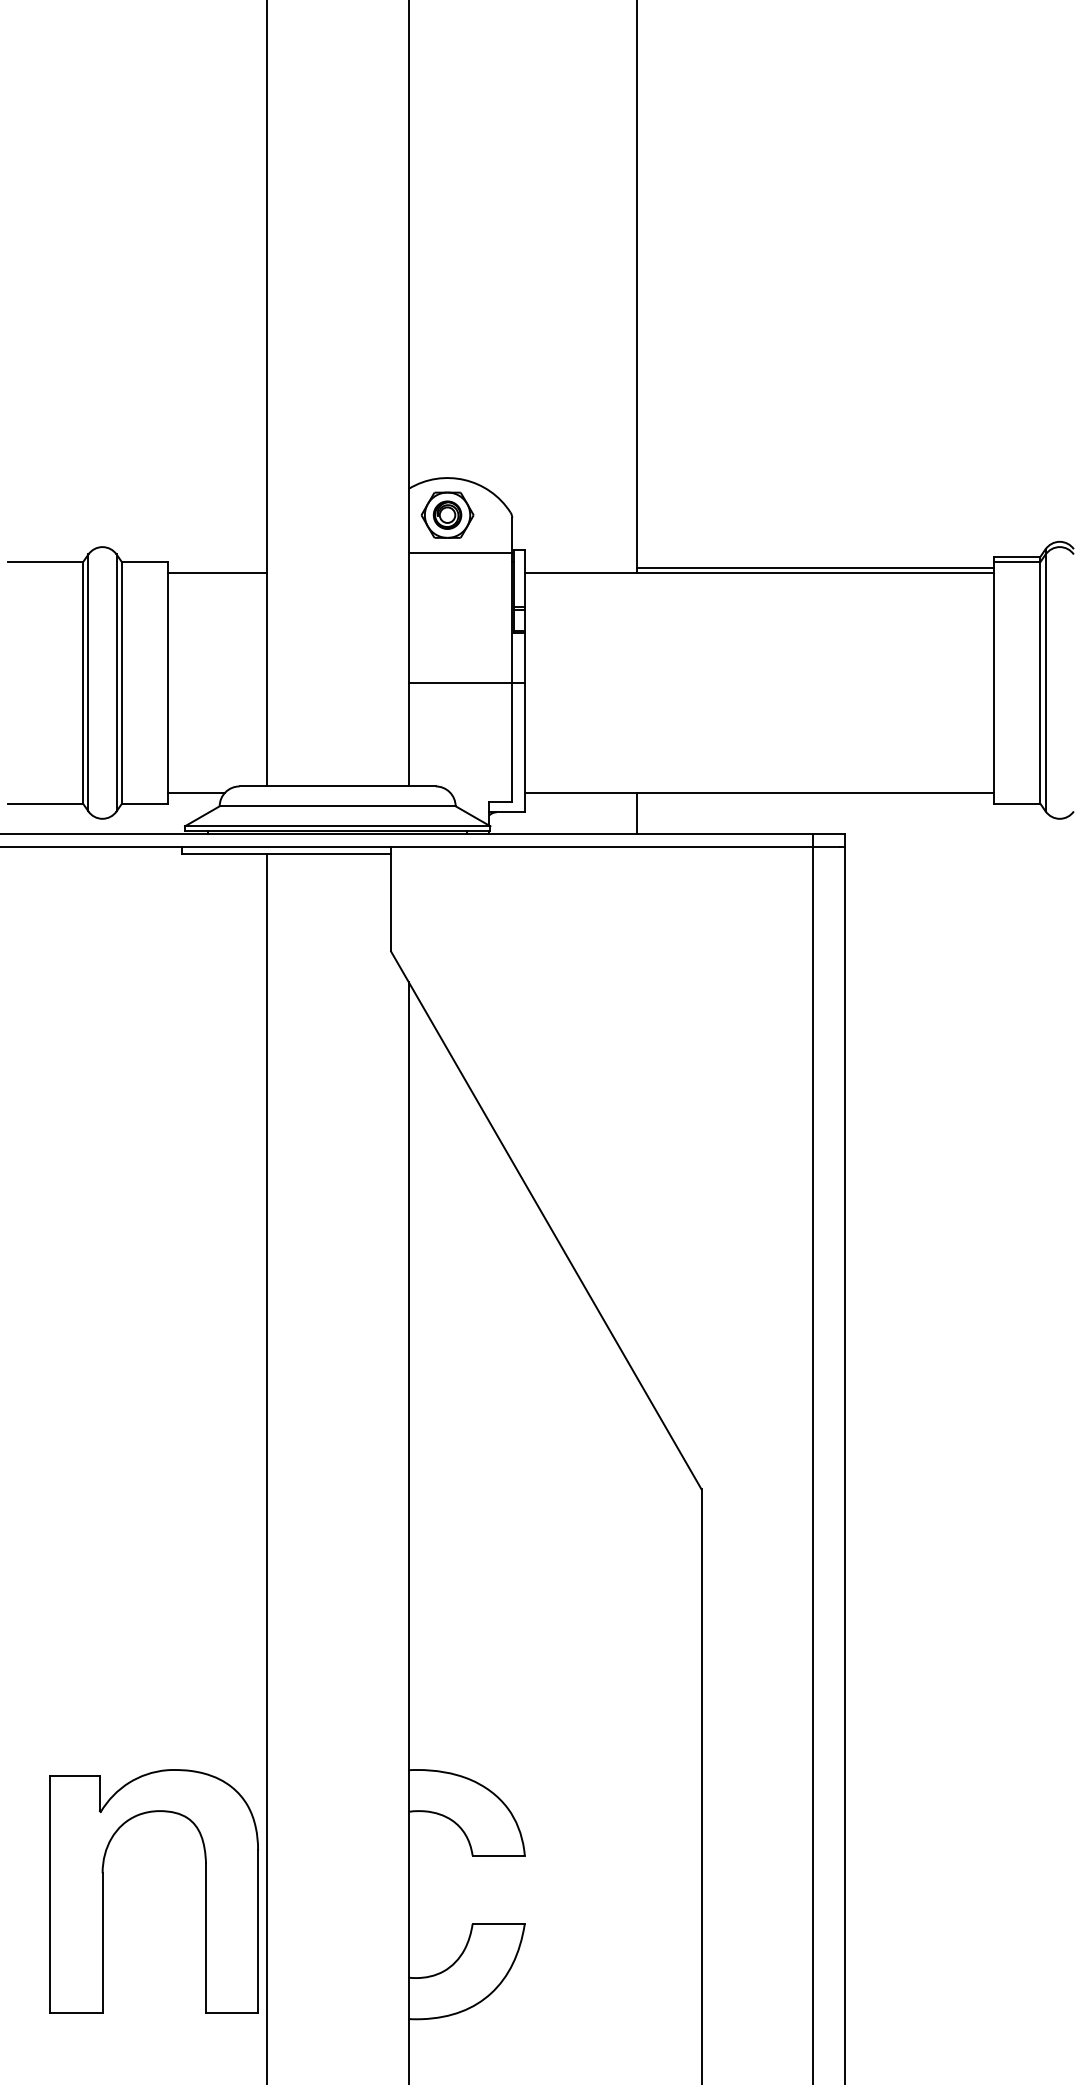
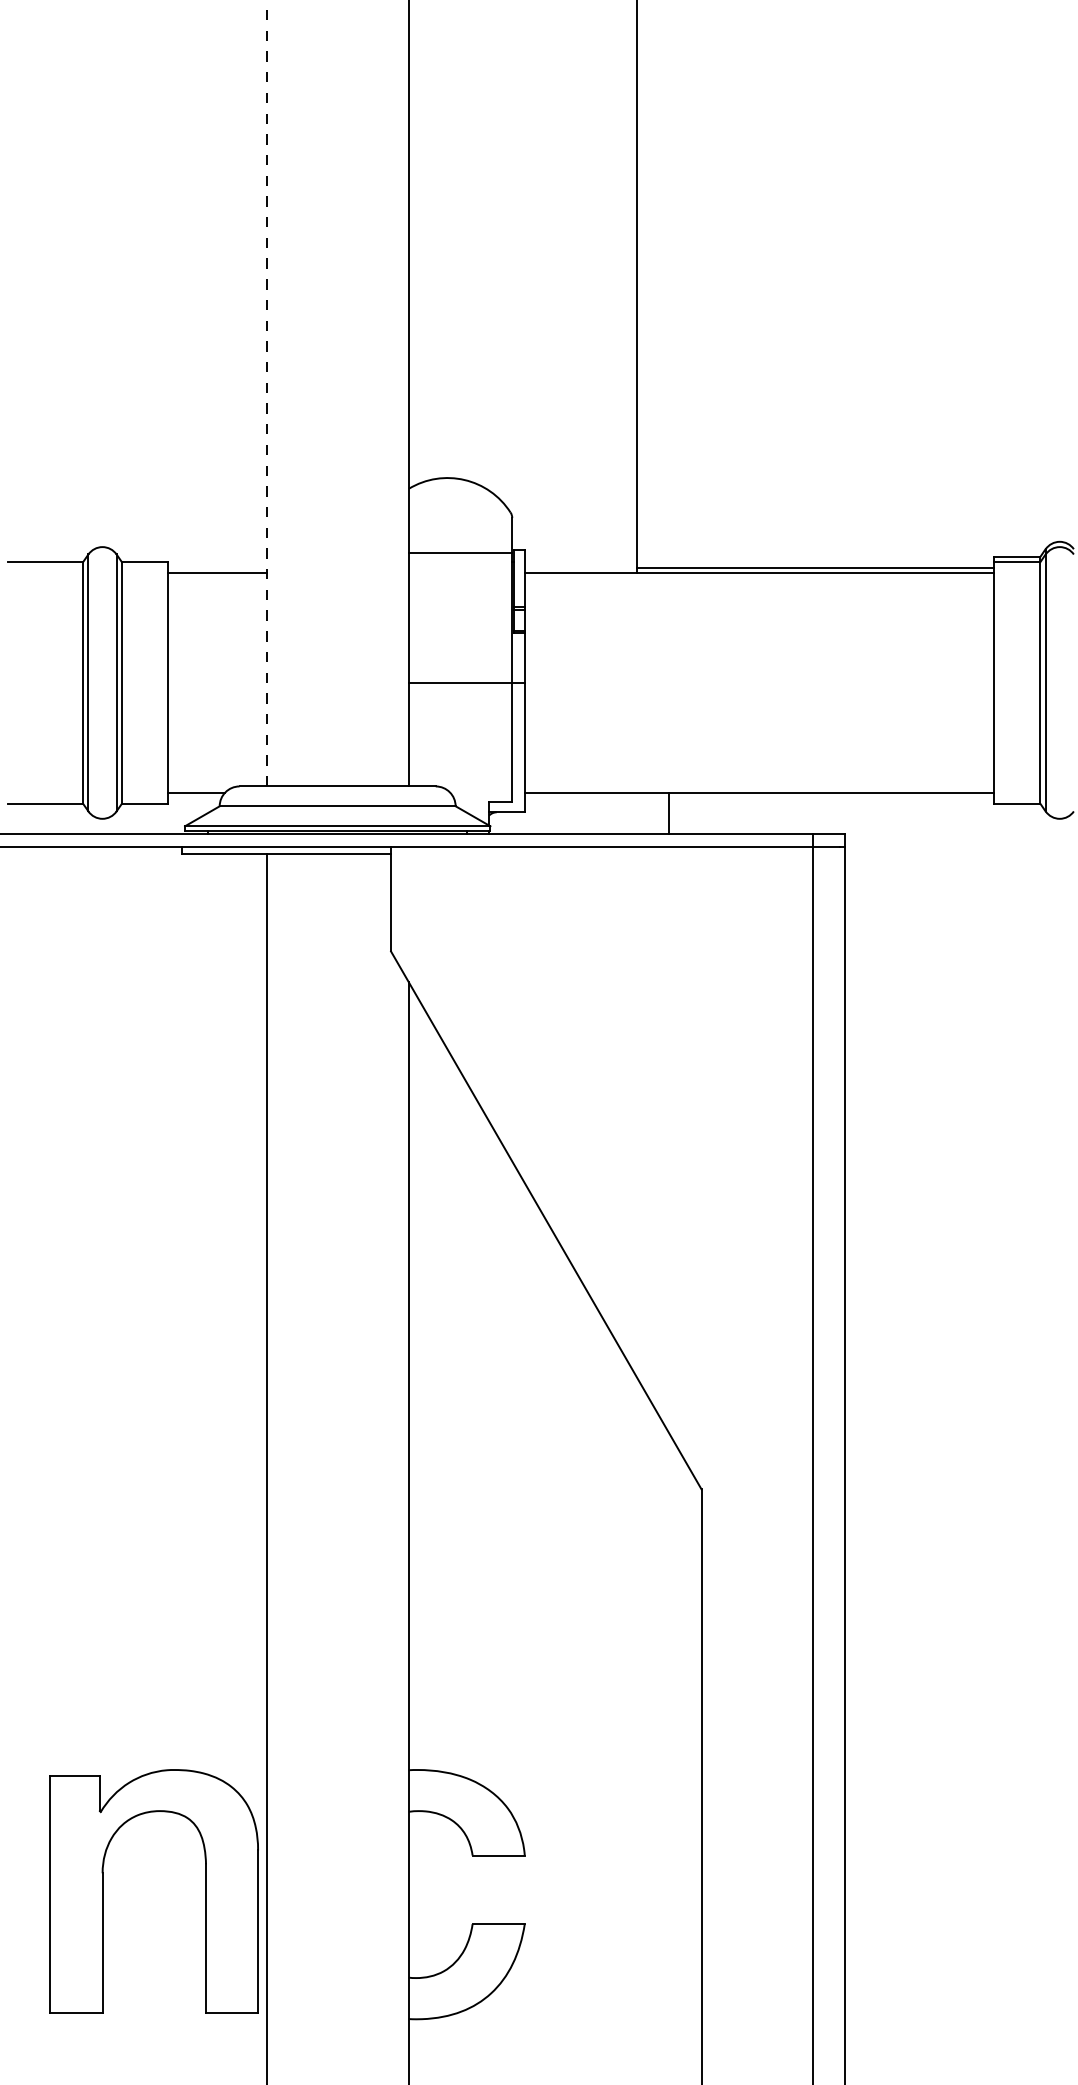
line at (266, 393): solid -> dashed
part at (447, 514): present -> none
line at (637, 812) position: (637, 812) -> (669, 812)
